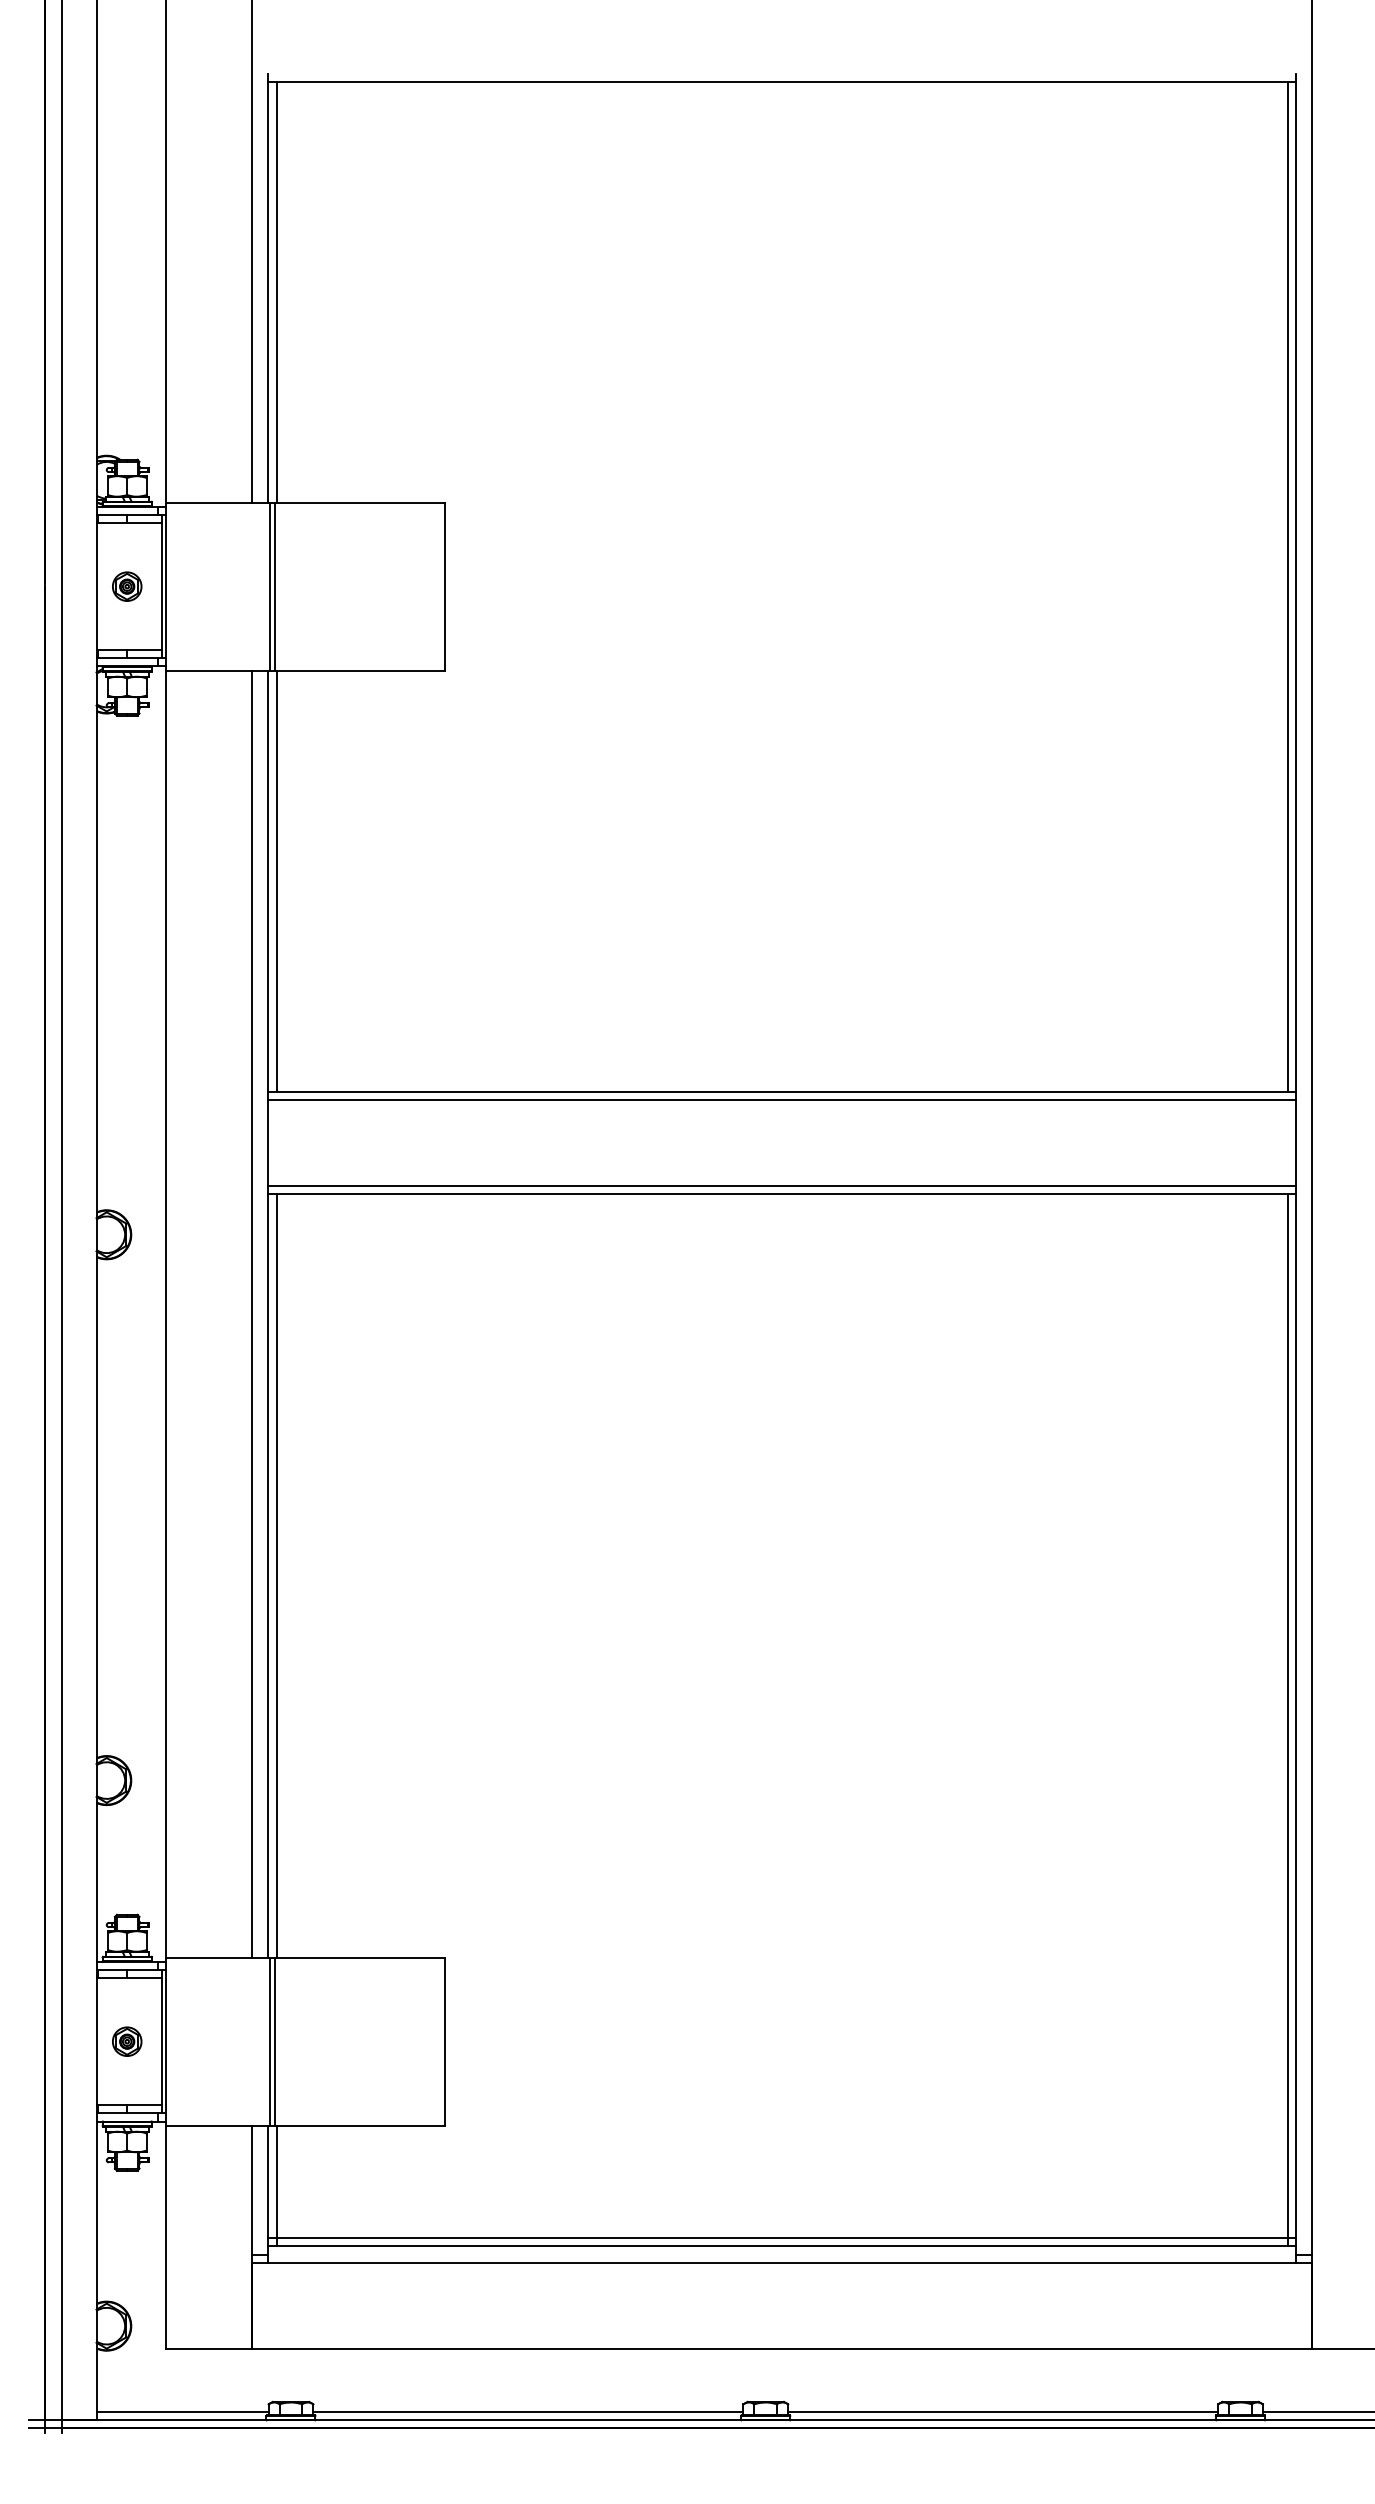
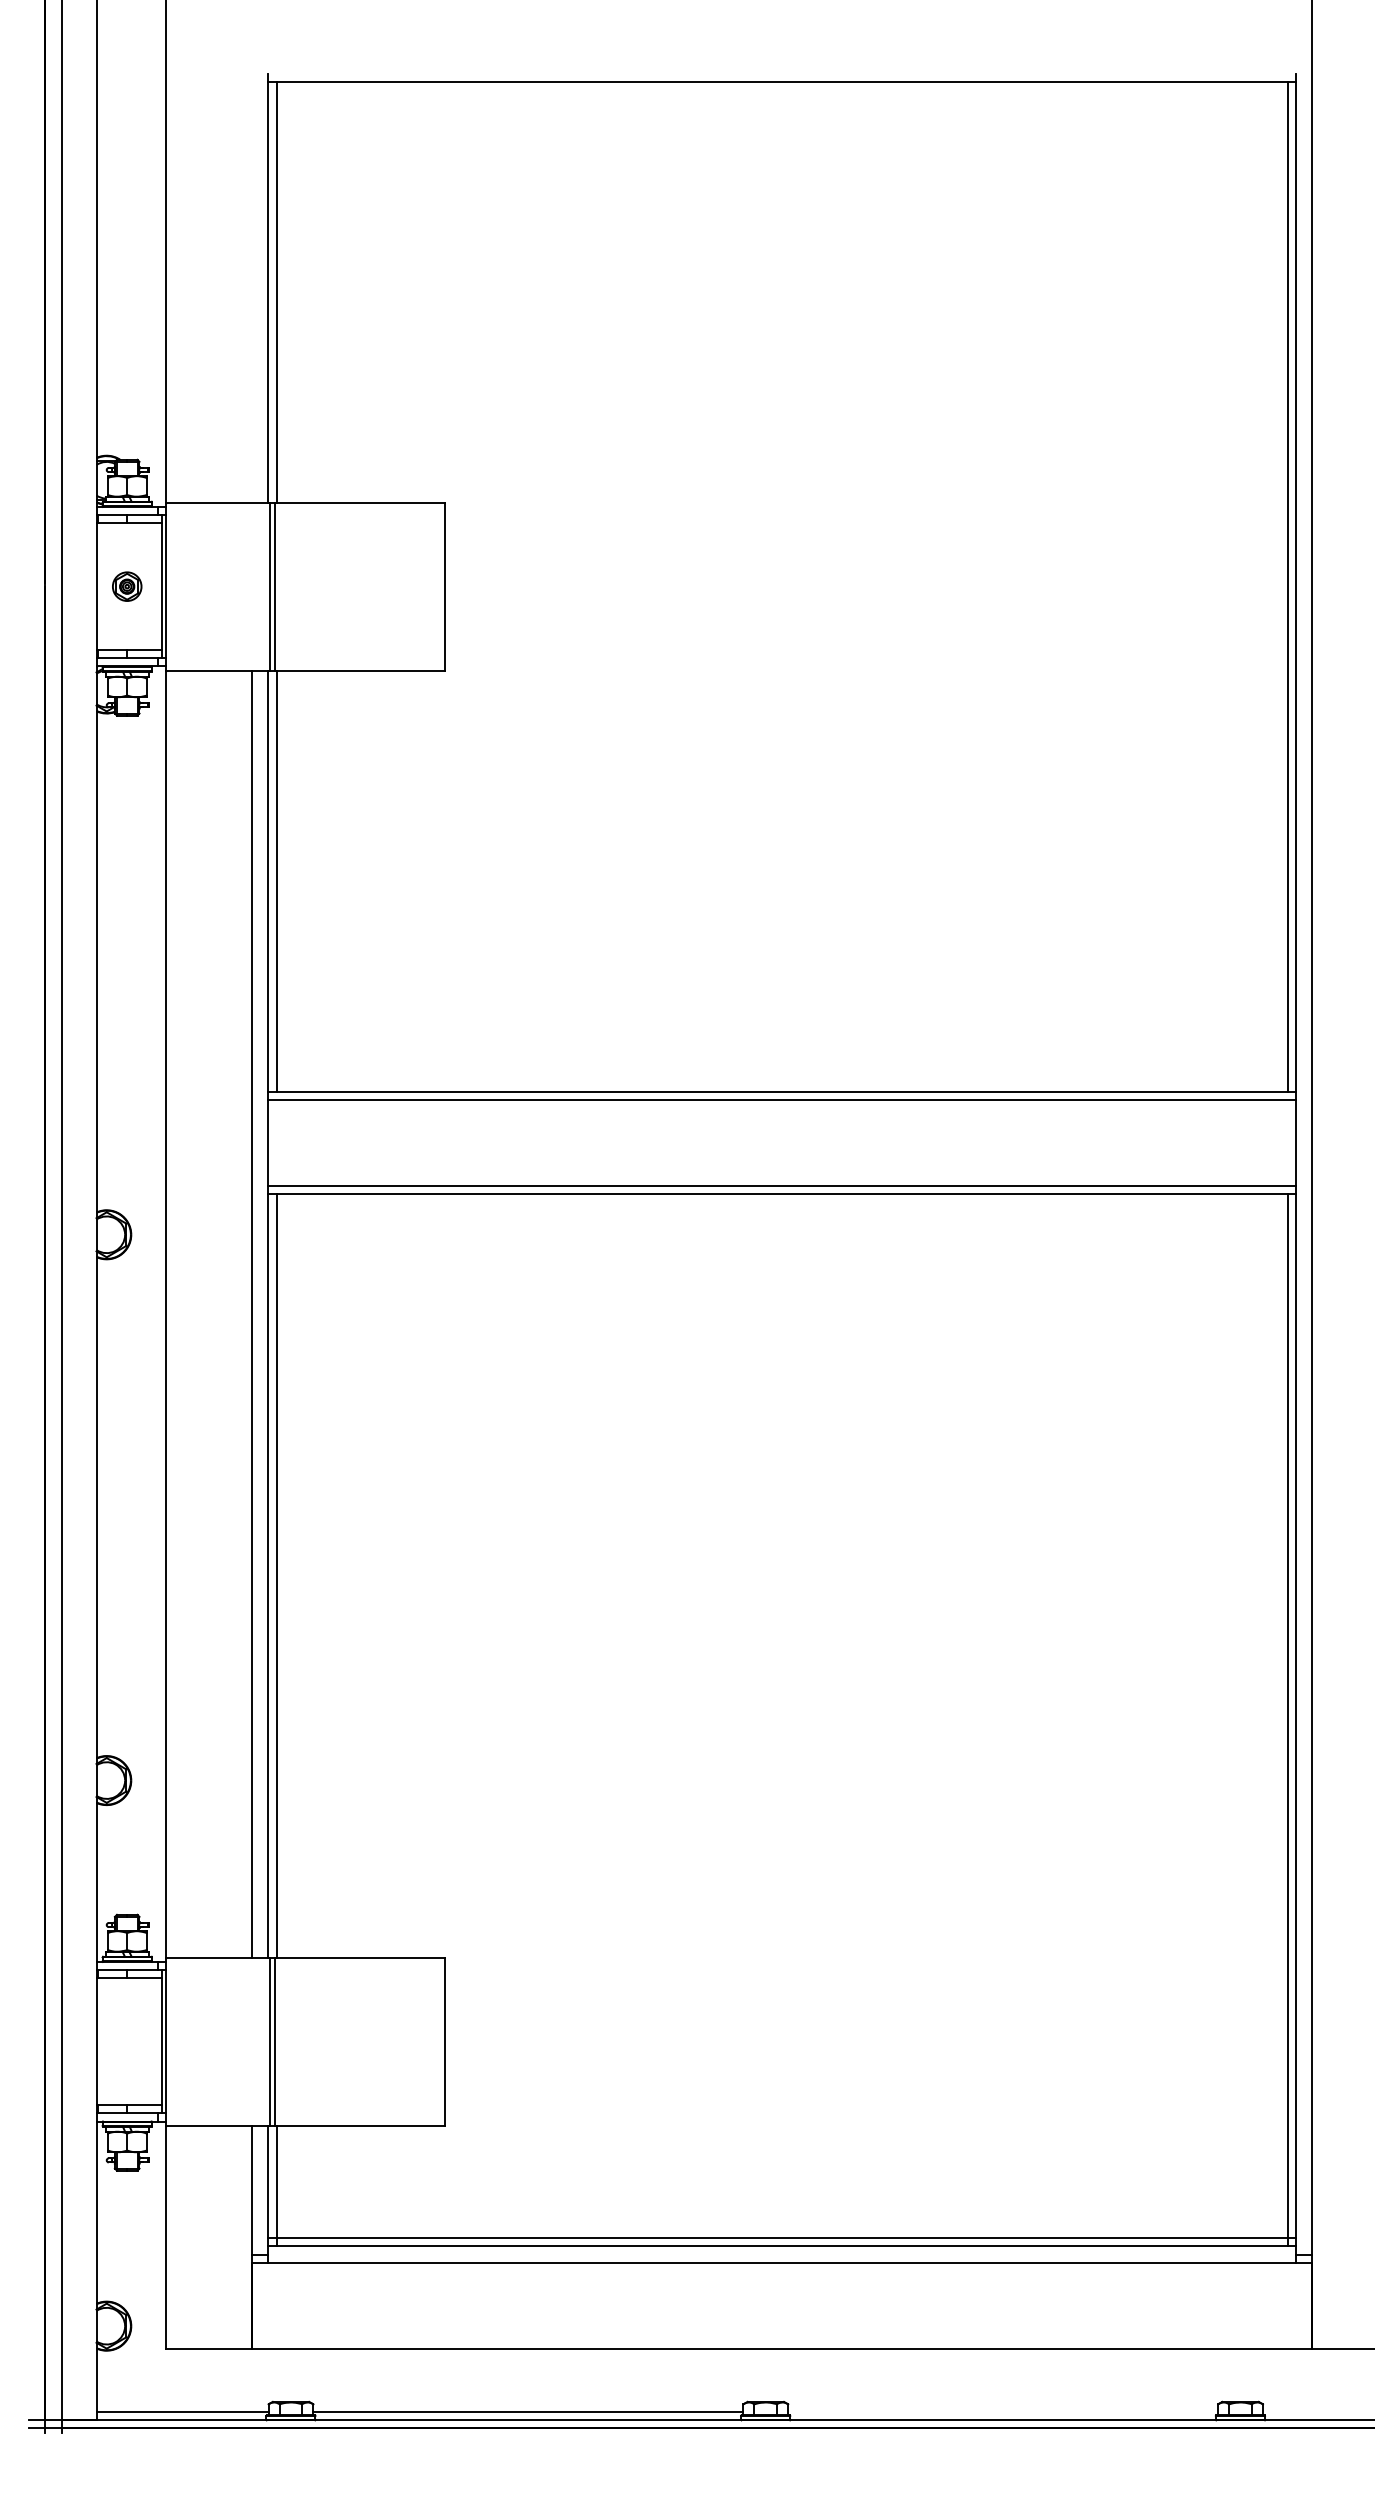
line at (252, 252): present -> none
part at (127, 2041): present -> none
line at (1003, 2412): present -> none
line at (1316, 2412): present -> none
